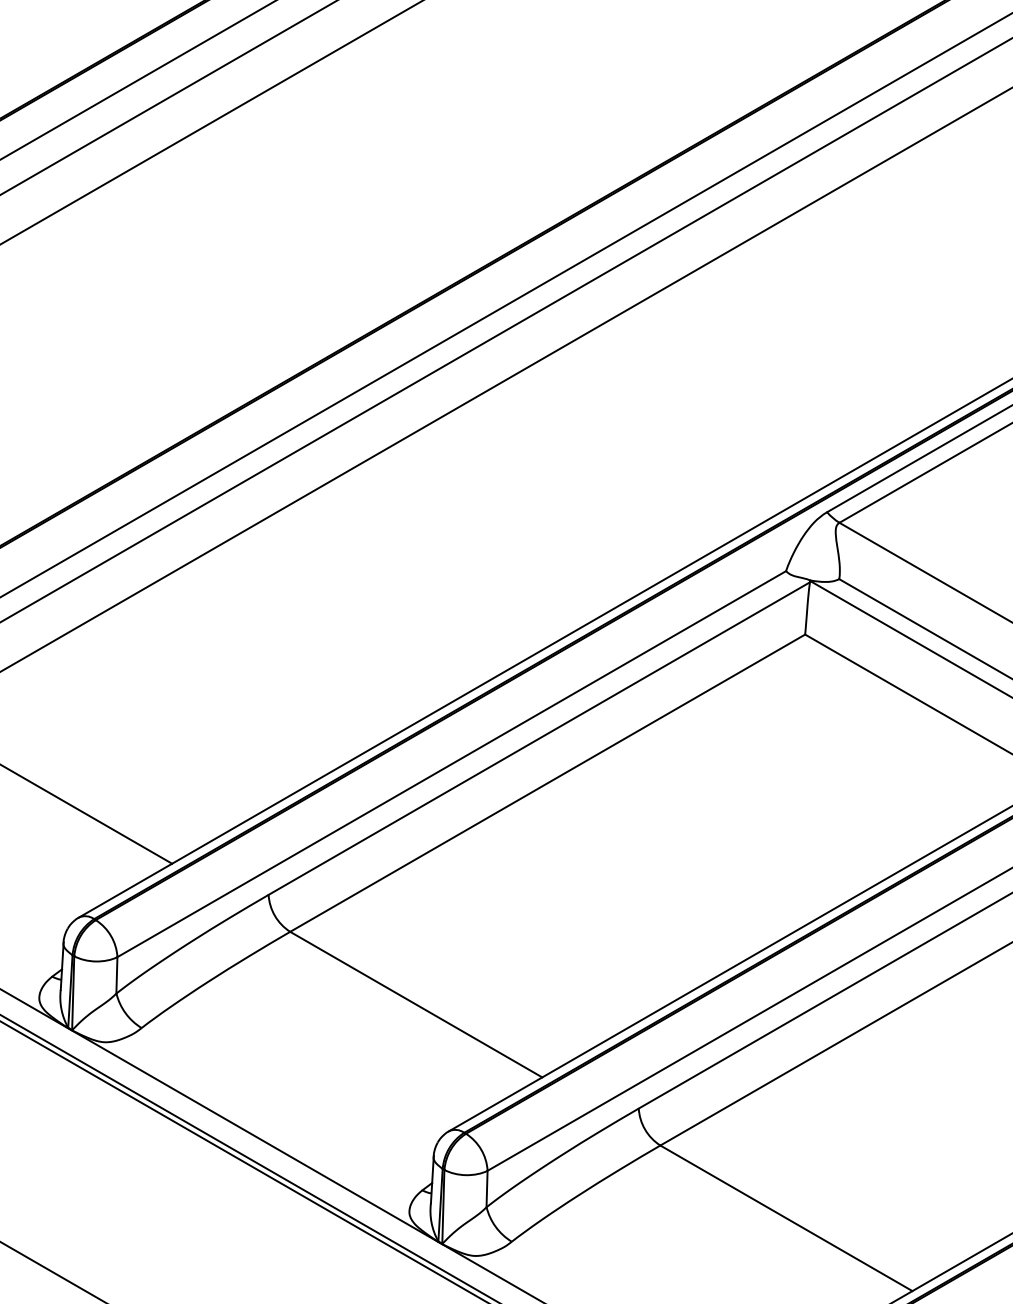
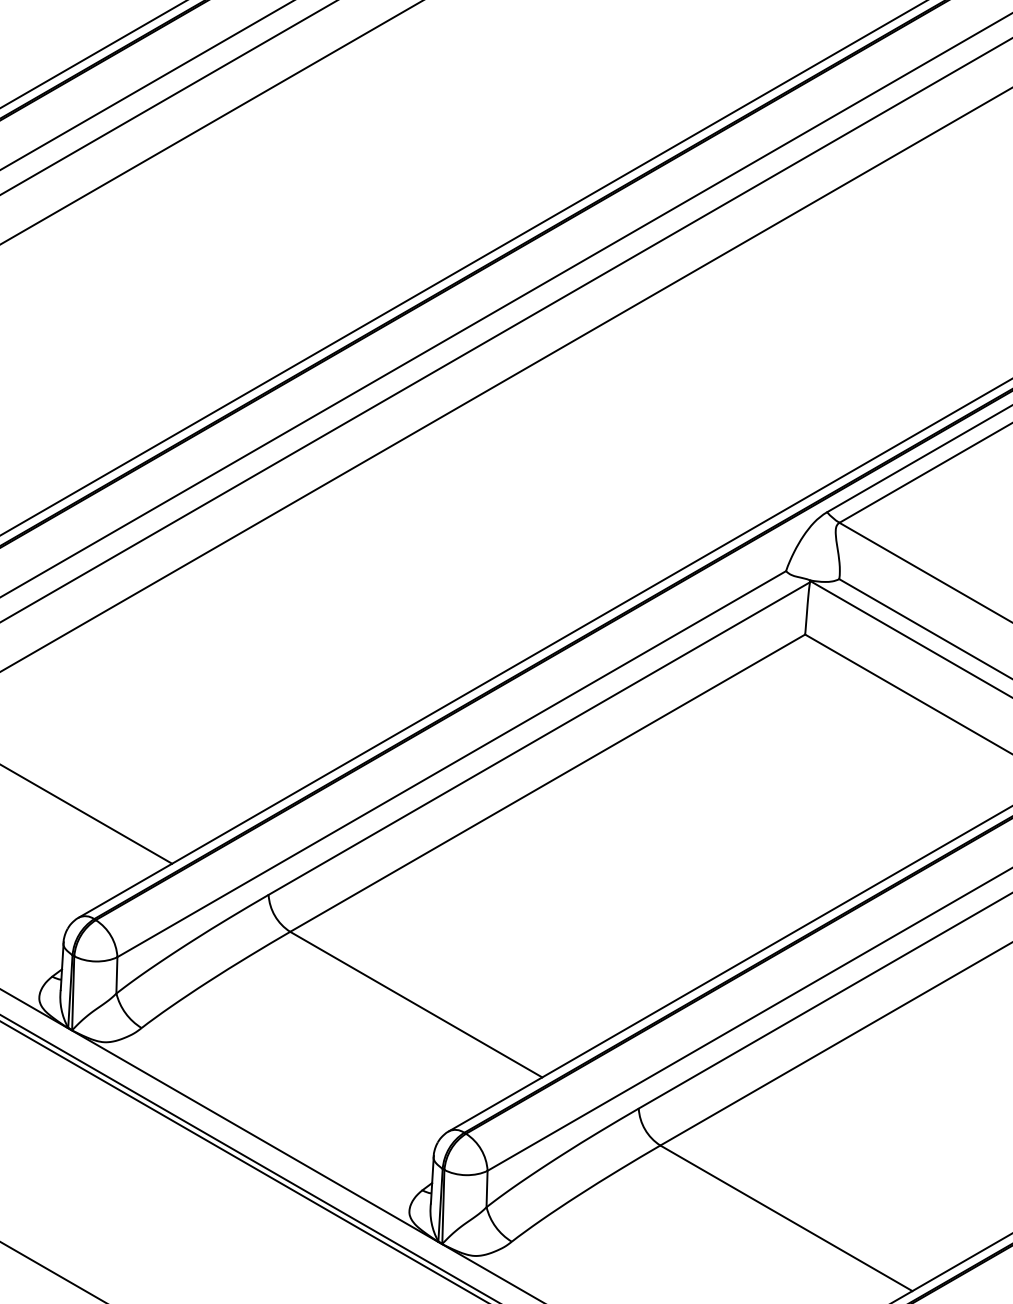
line at (92, 54): none -> present
line at (137, 80) position: (137, 80) -> (146, 85)
line at (462, 268): none -> present
